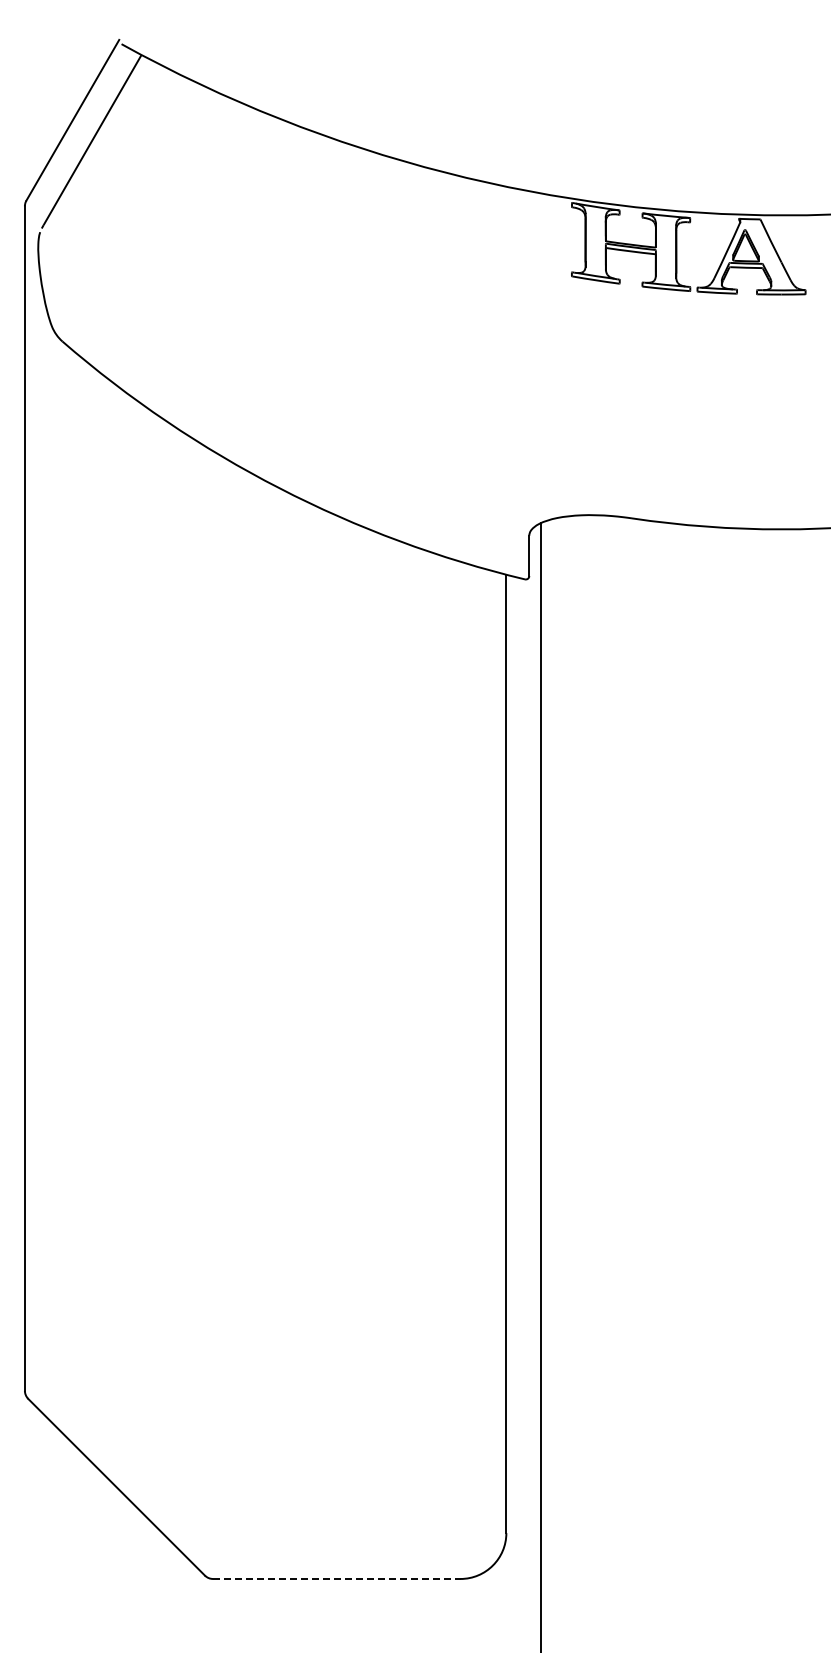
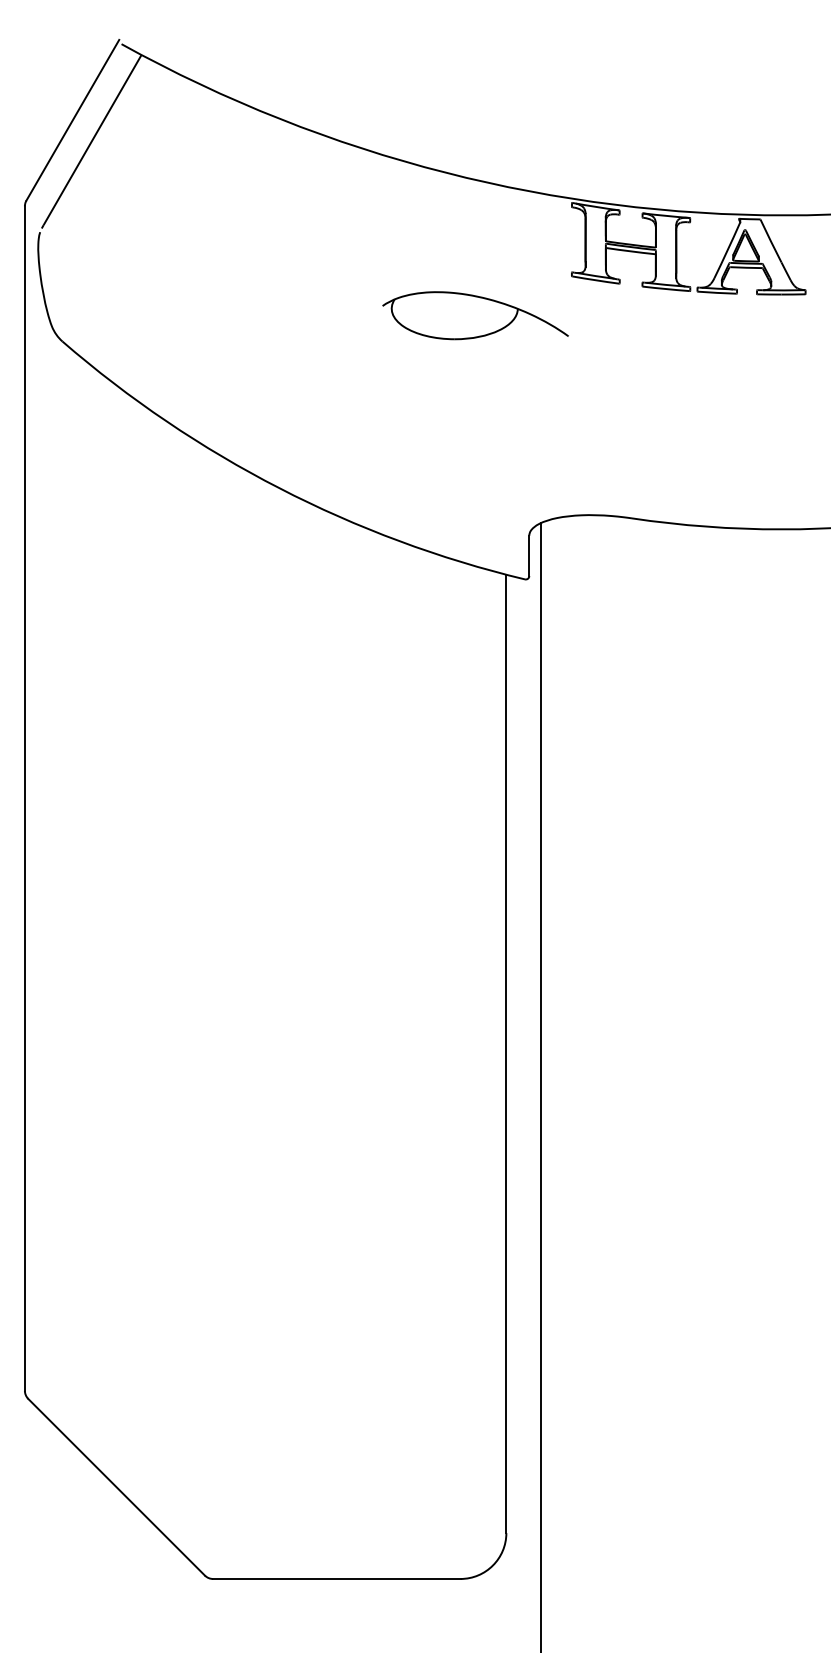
part at (475, 315): none -> present
line at (336, 1578): dashed -> solid
